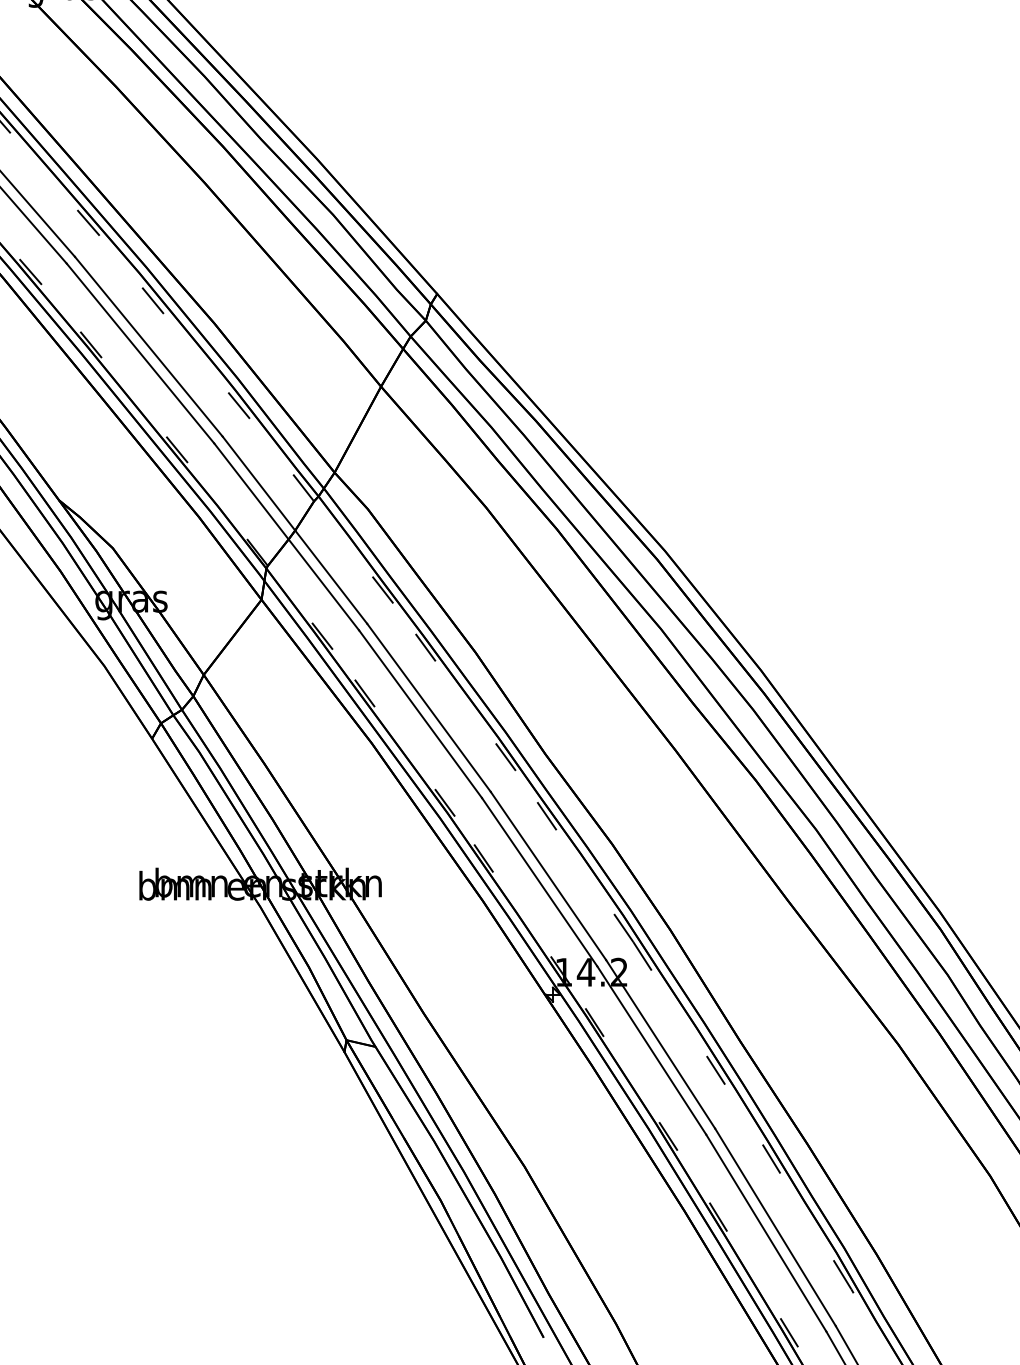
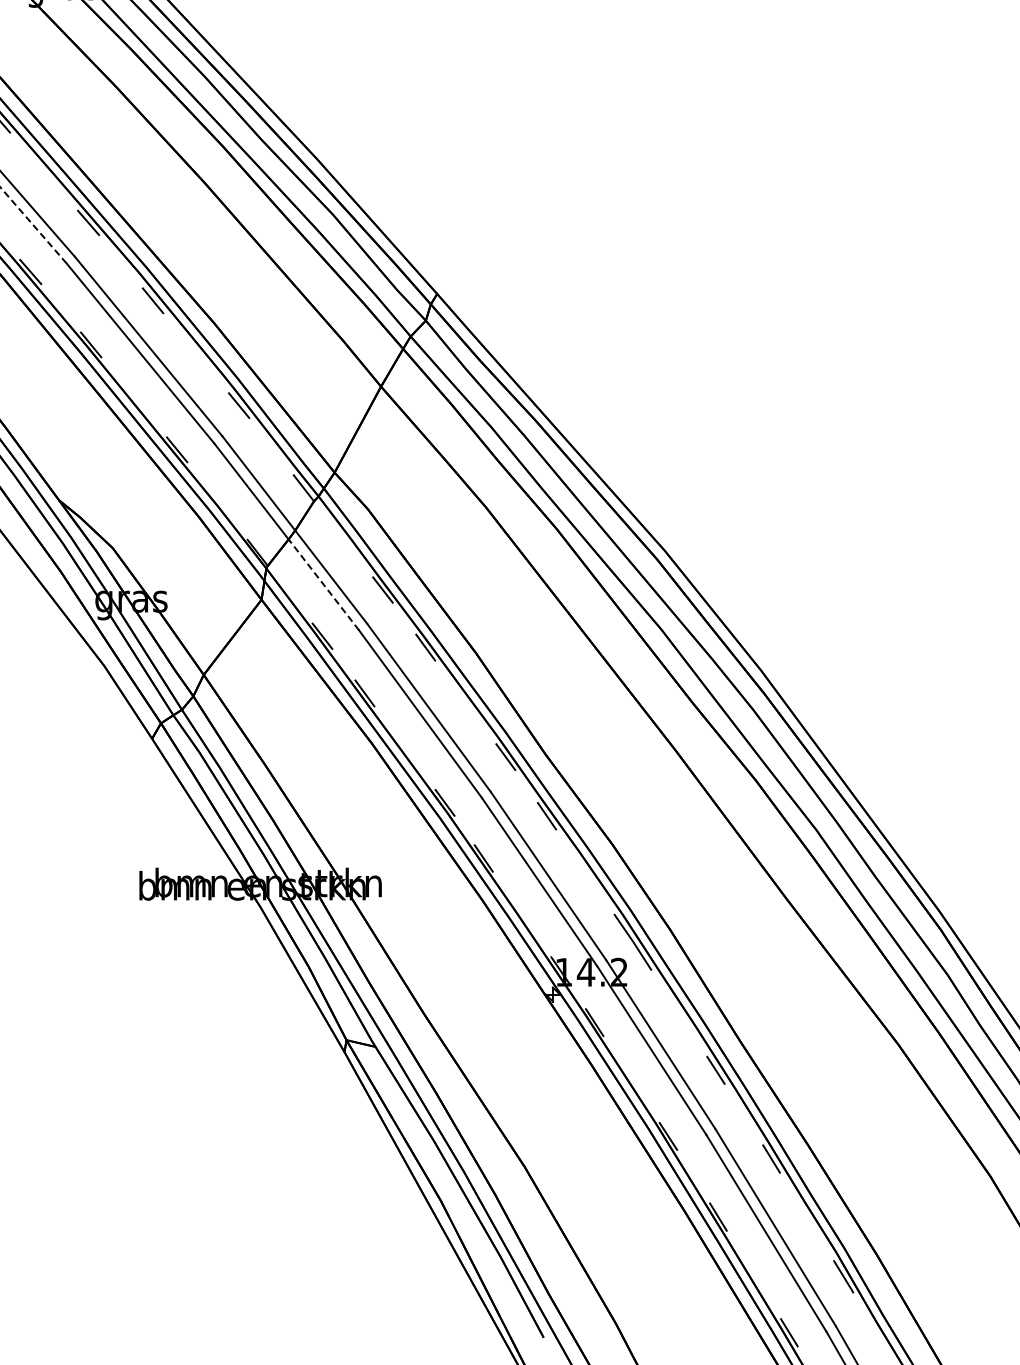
line at (33, 225): solid -> dashed
line at (323, 584): solid -> dashed
